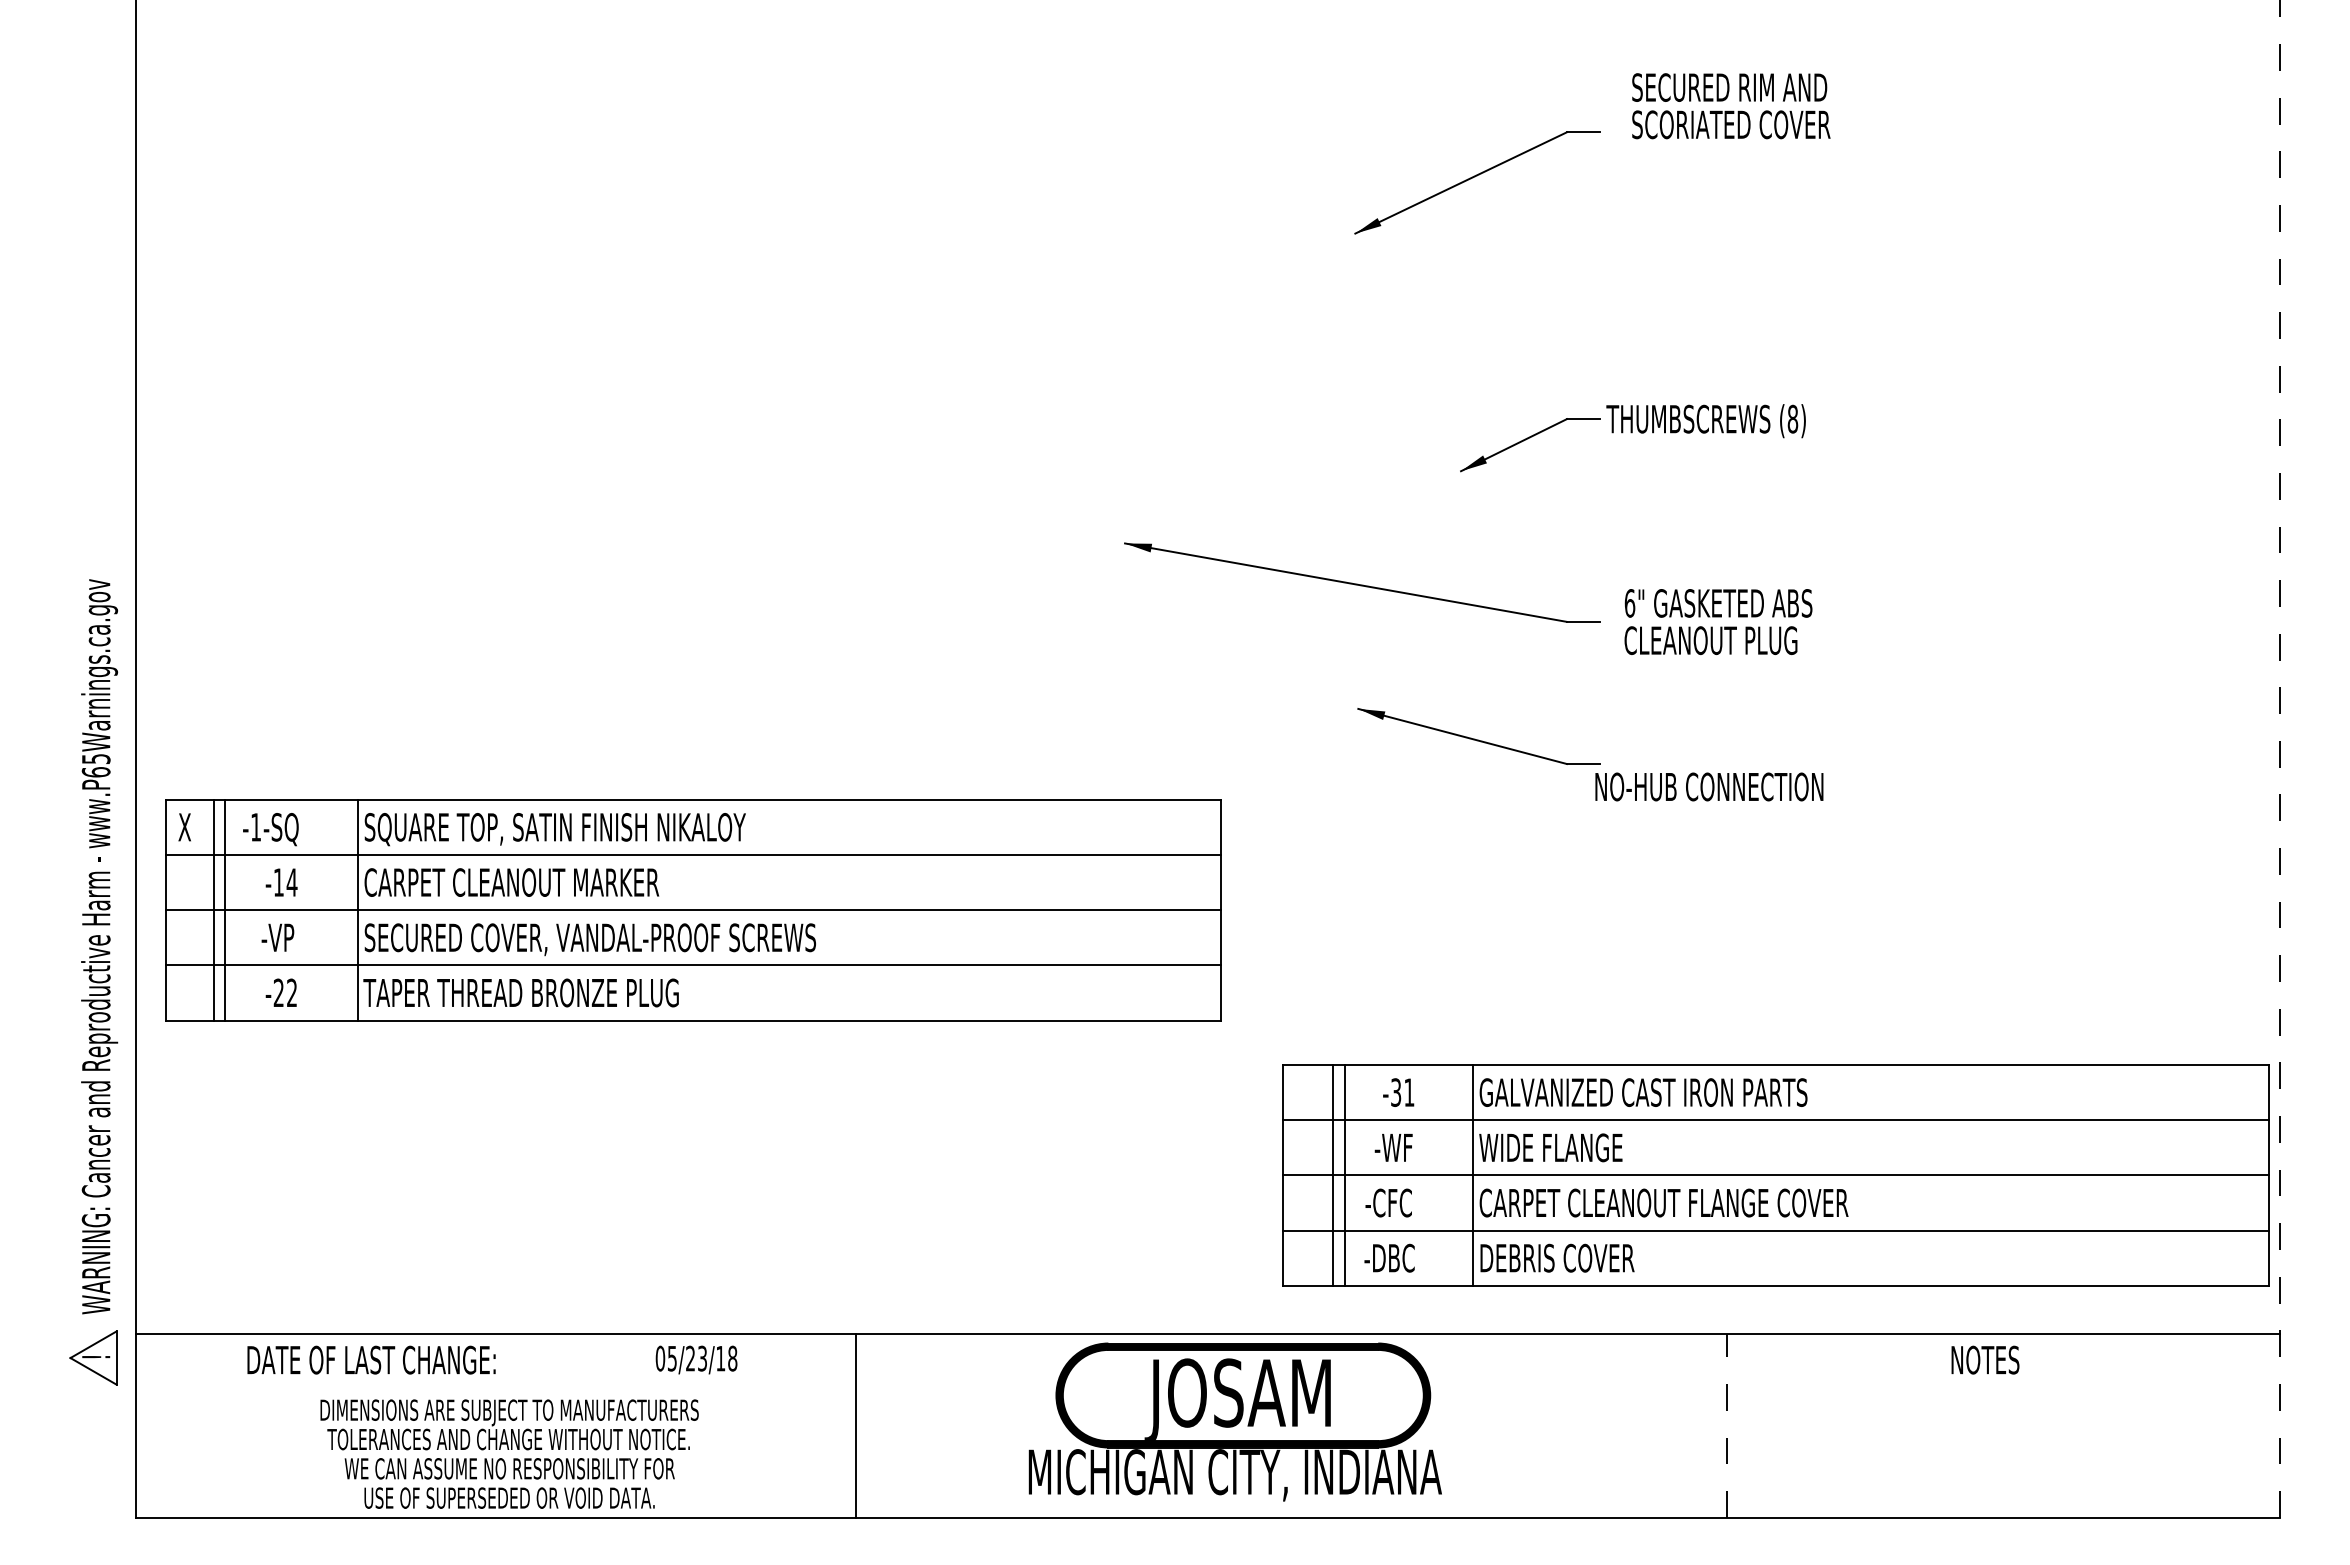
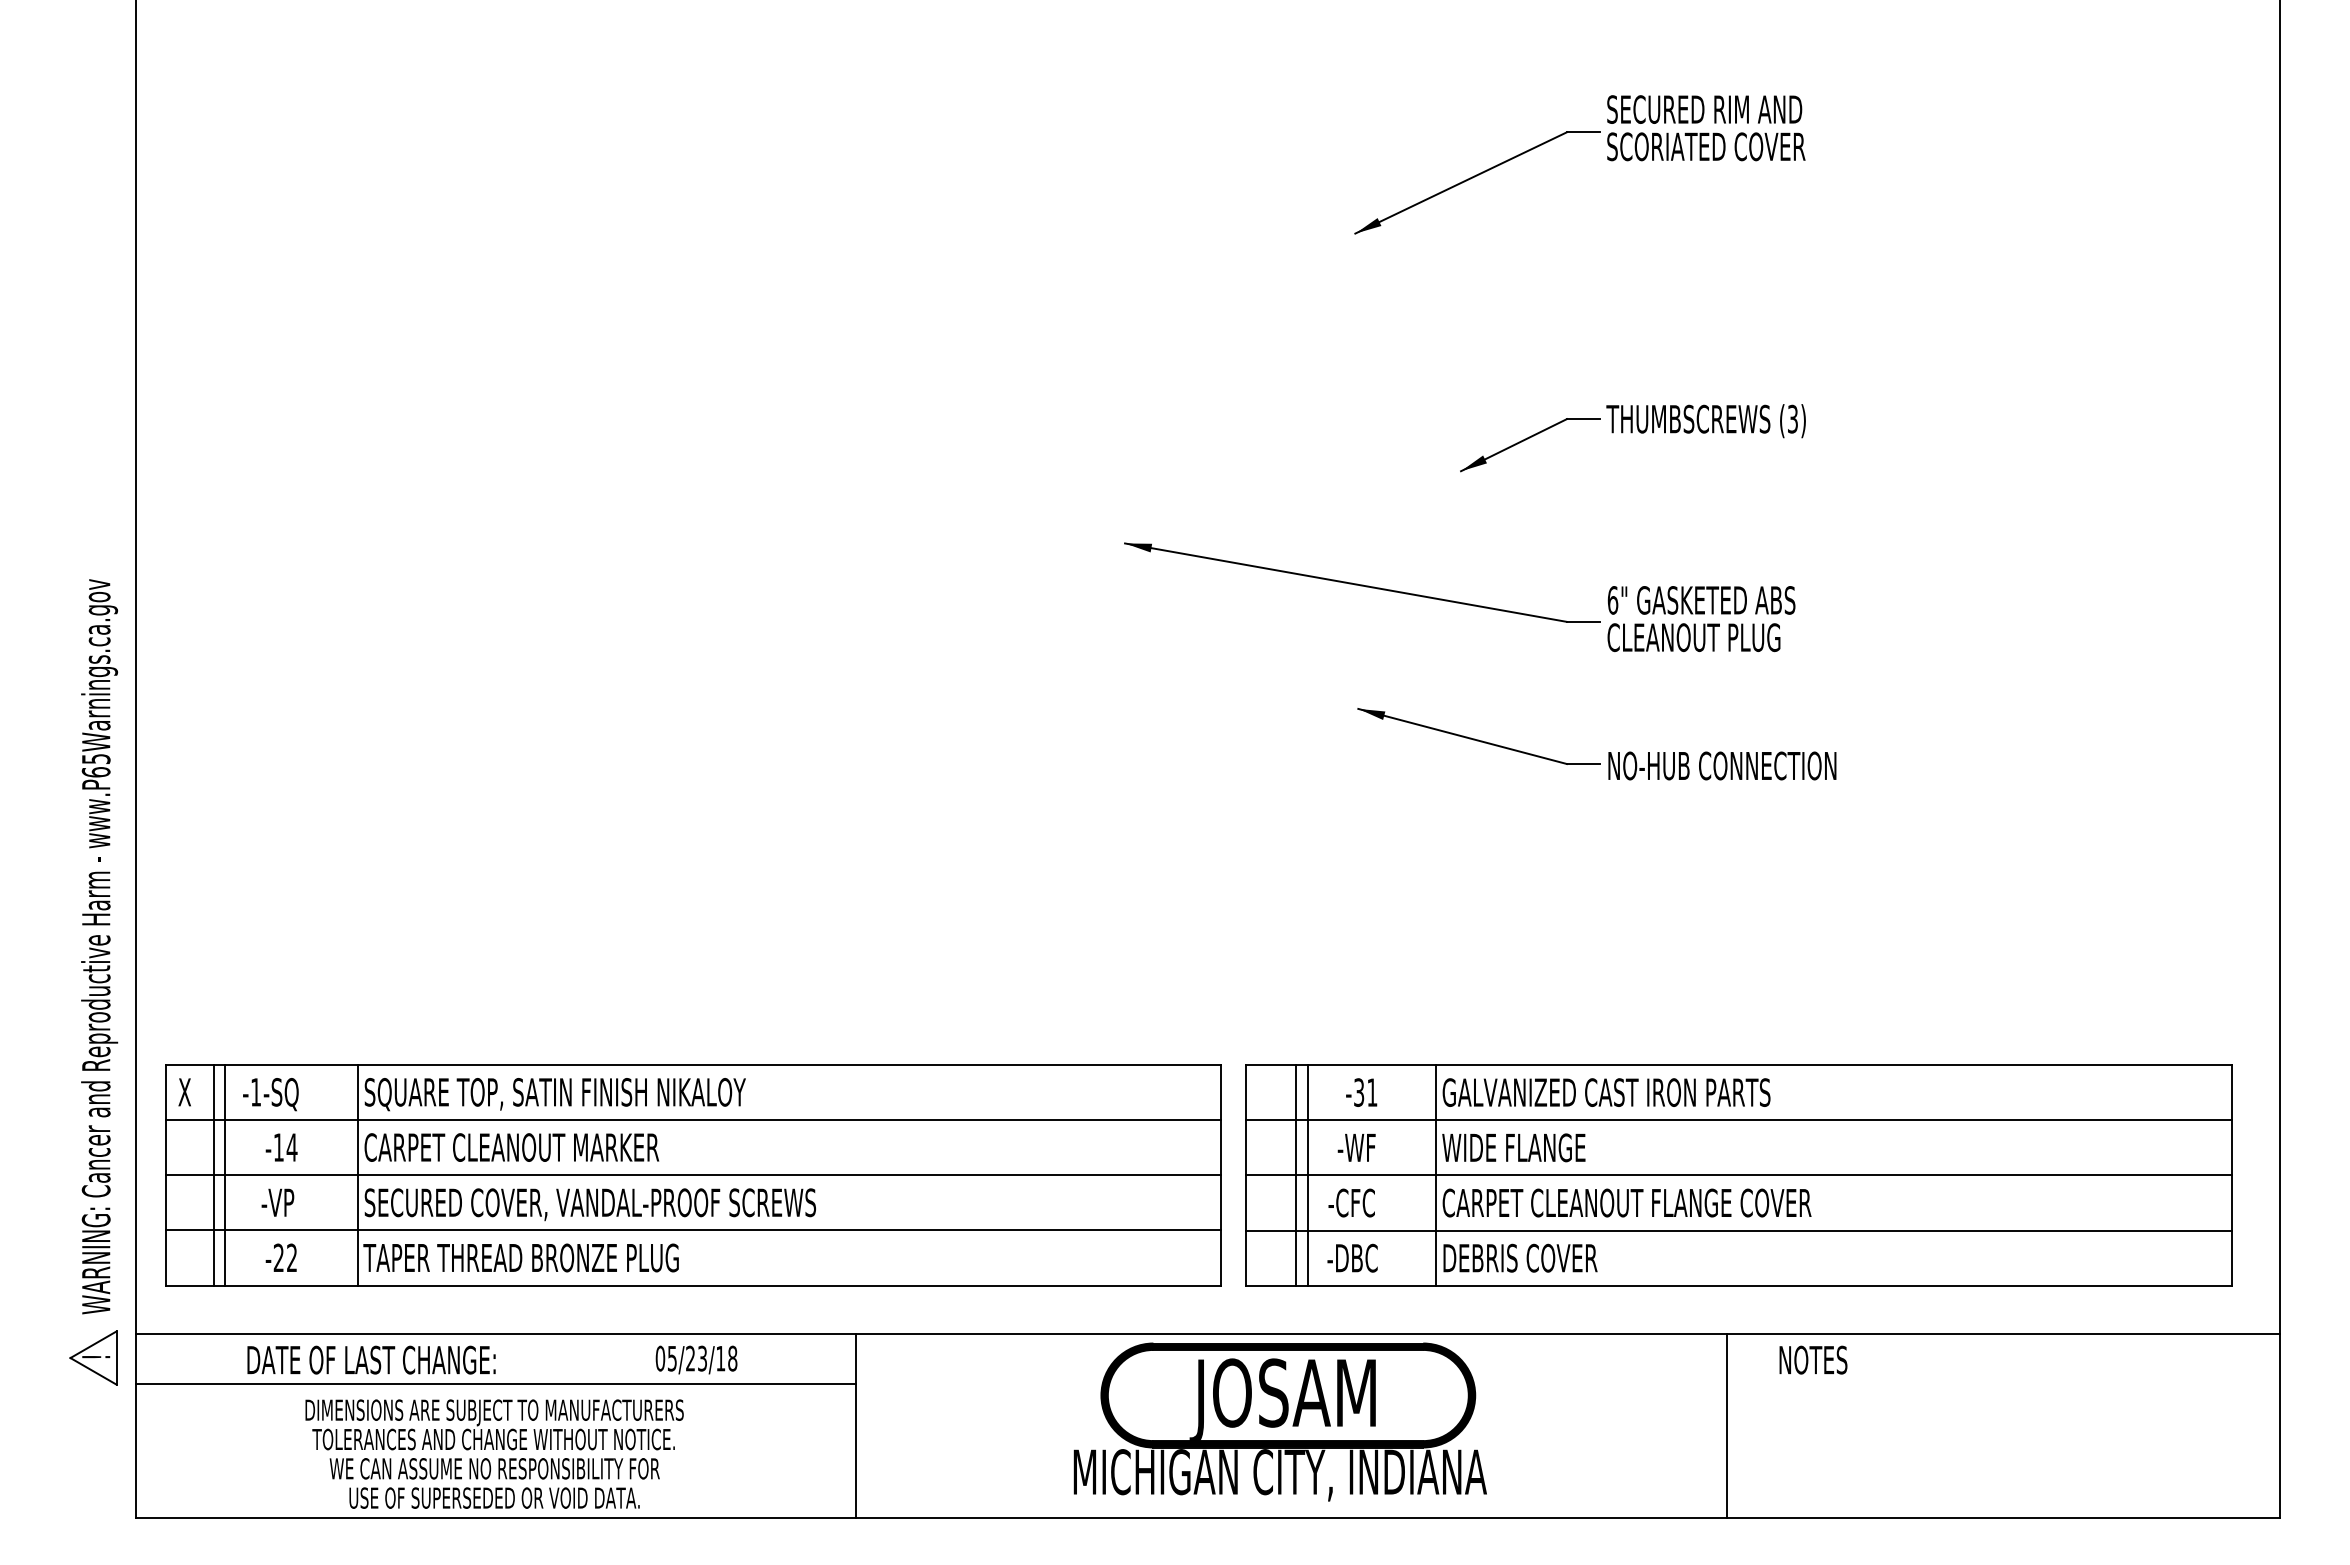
text at (1731, 106) position: (1731, 106) -> (1706, 128)
text at (1792, 418): (8) -> (3)
text at (1718, 622) position: (1718, 622) -> (1701, 619)
line at (2279, 759): dashed -> solid
text at (1709, 786) position: (1709, 786) -> (1722, 765)
part at (693, 910) position: (693, 910) -> (693, 1175)
part at (1775, 1175) position: (1775, 1175) -> (1738, 1175)
text at (1985, 1359) position: (1985, 1359) -> (1813, 1359)
line at (495, 1384): none -> present
part at (1234, 1421) position: (1234, 1421) -> (1279, 1421)
line at (1726, 1425): dashed -> solid
text at (509, 1453) position: (509, 1453) -> (494, 1453)
